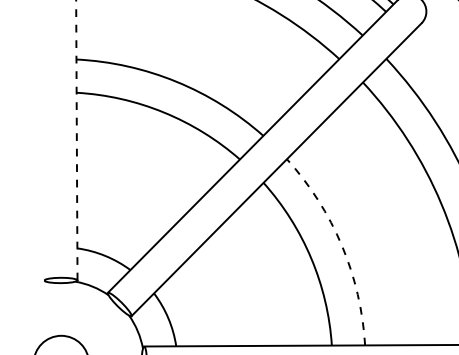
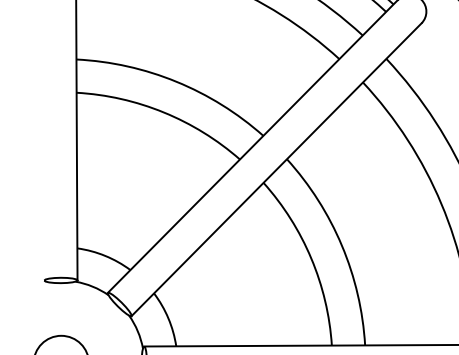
line at (76, 140): dashed -> solid
arc at (341, 245): dashed -> solid
